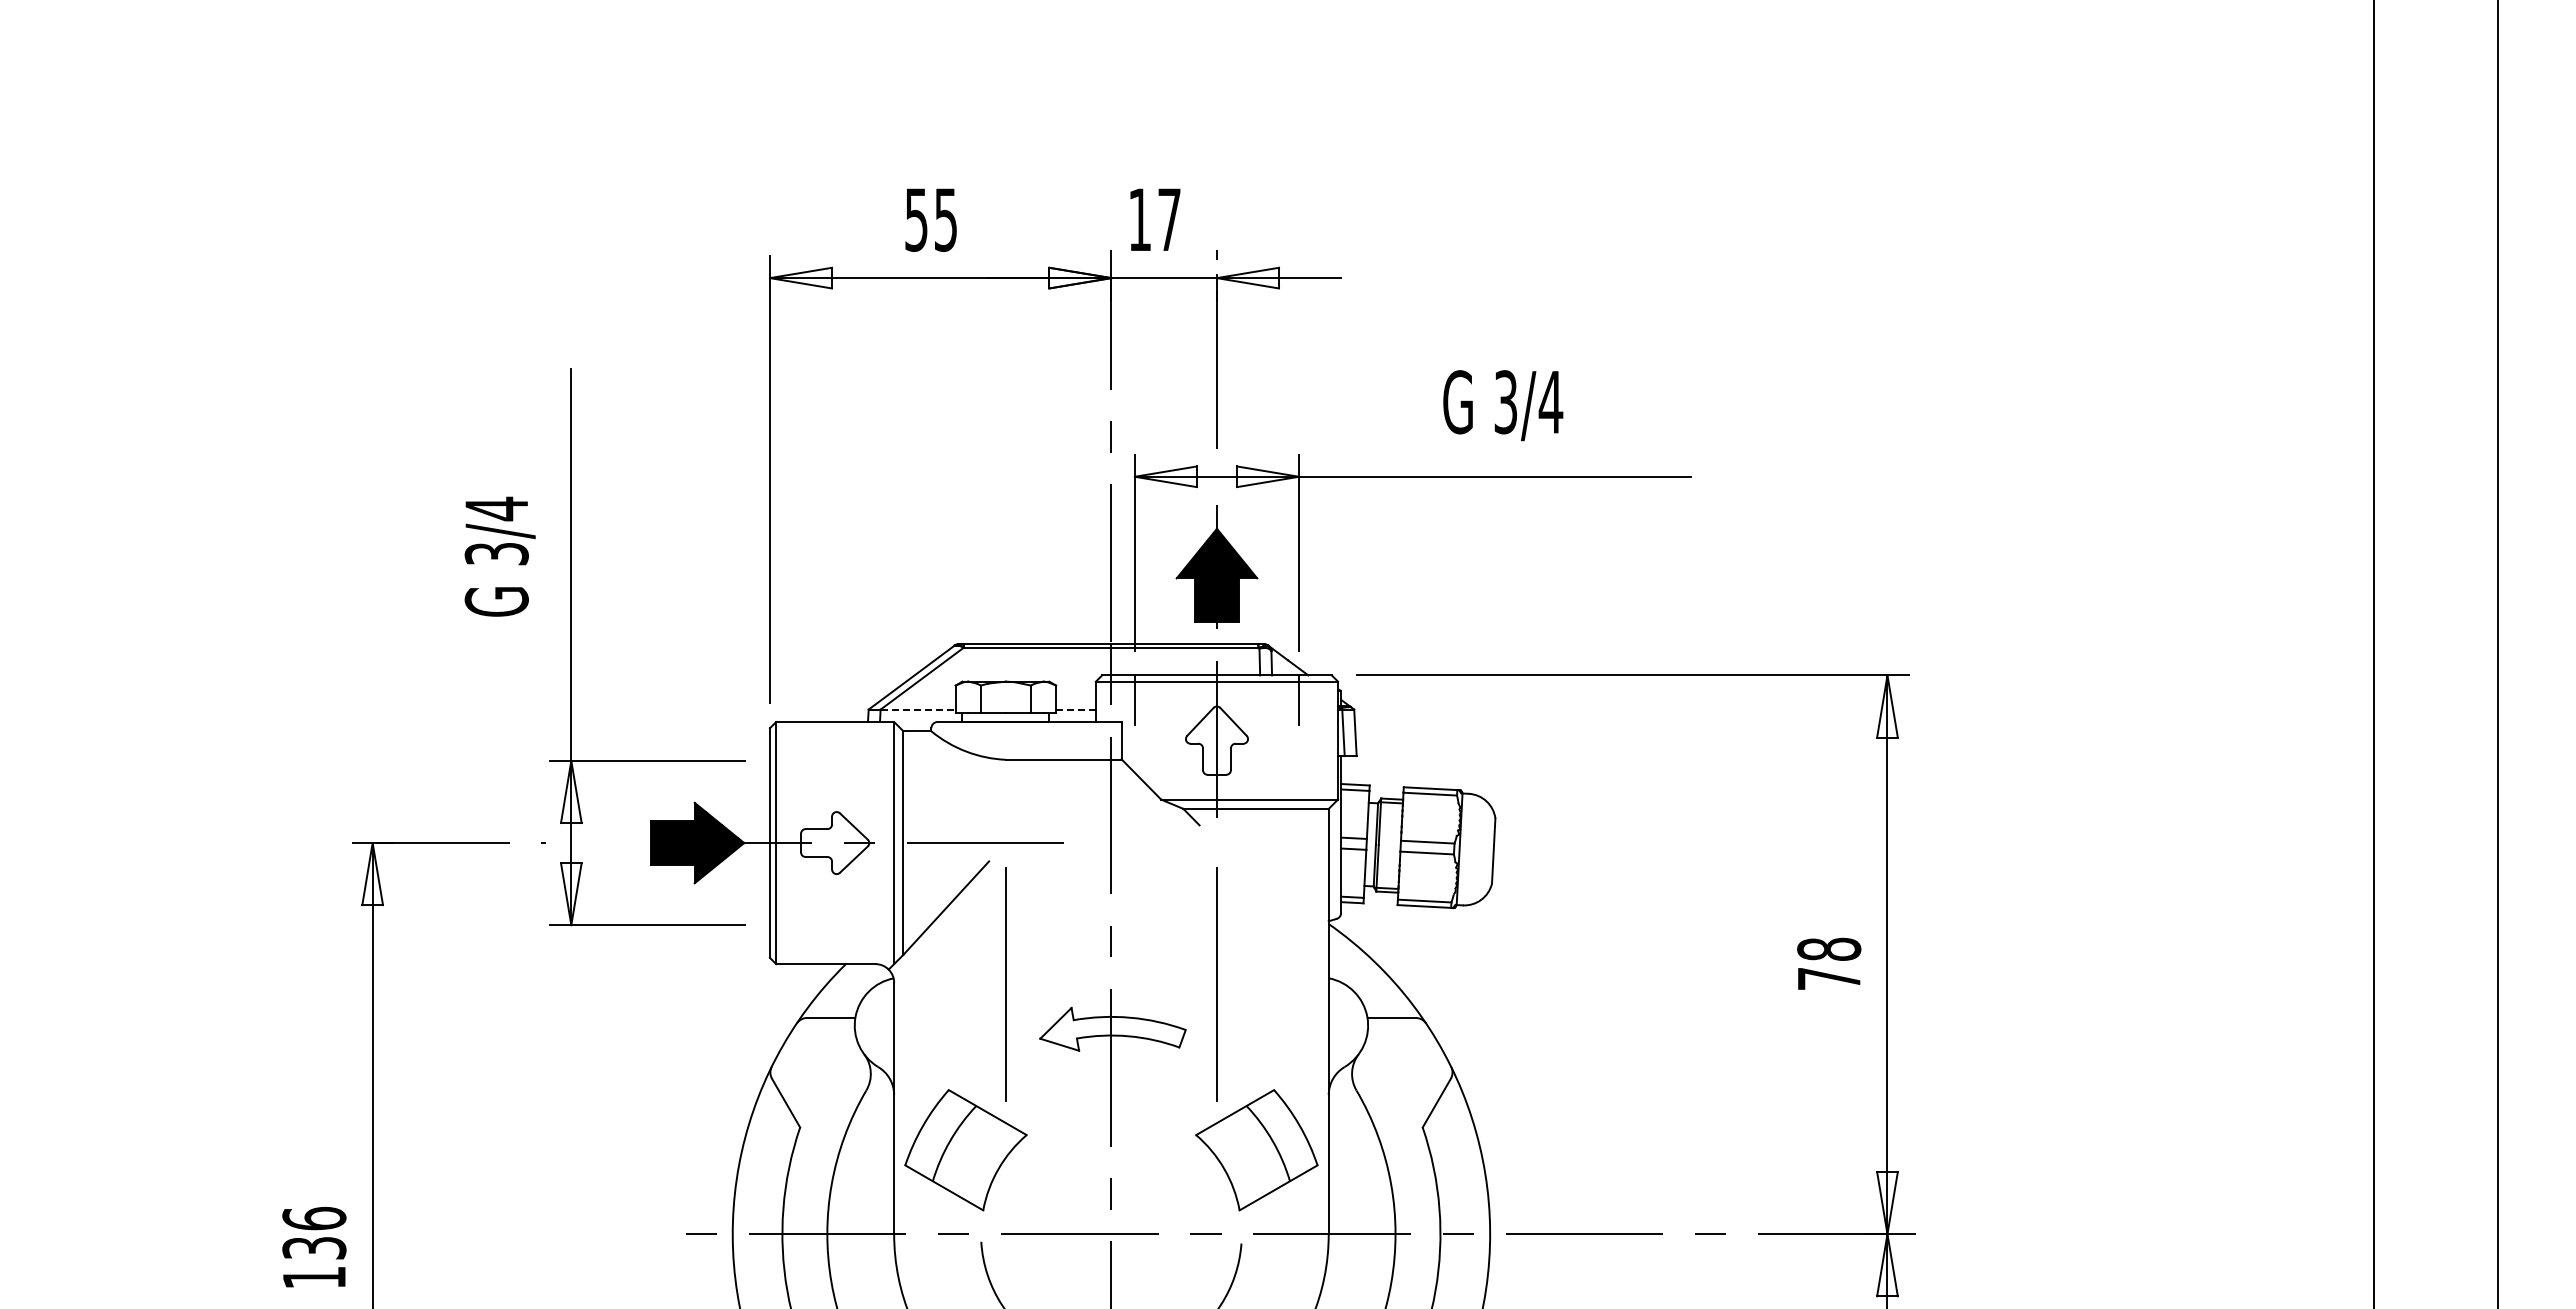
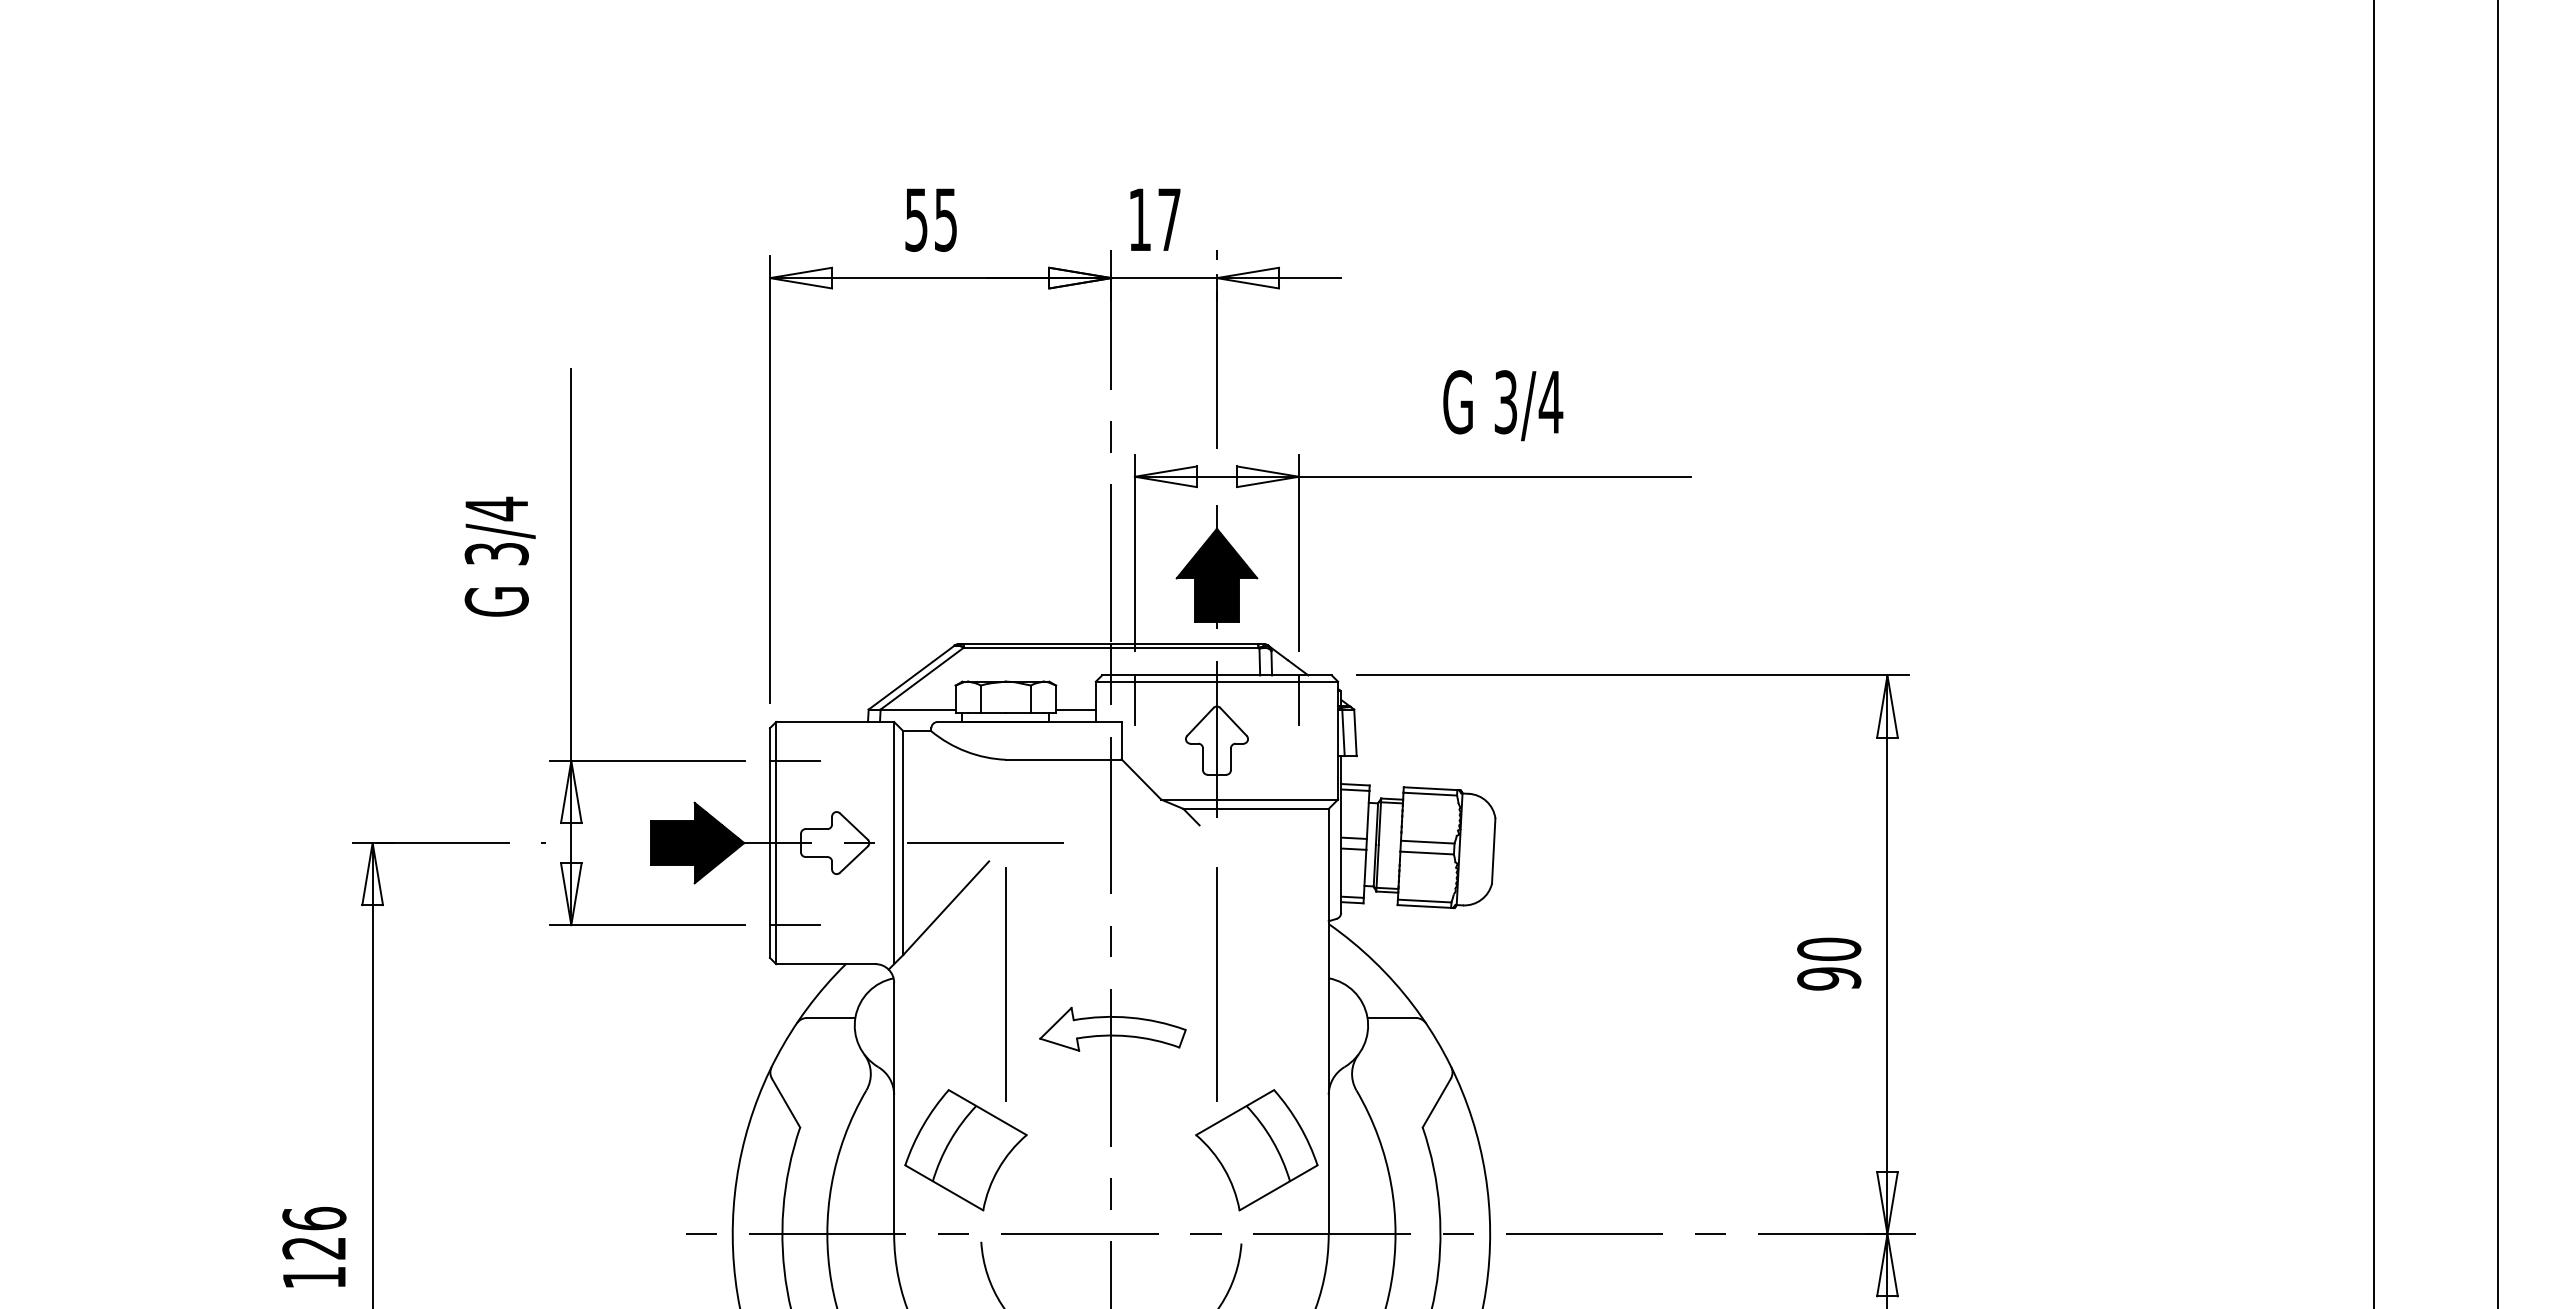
line at (918, 709): dashed -> solid
line at (1076, 709): dashed -> solid
line at (794, 761): none -> present
line at (794, 925): none -> present
text at (1829, 963): 78 -> 90
text at (314, 1248): 136 -> 126
